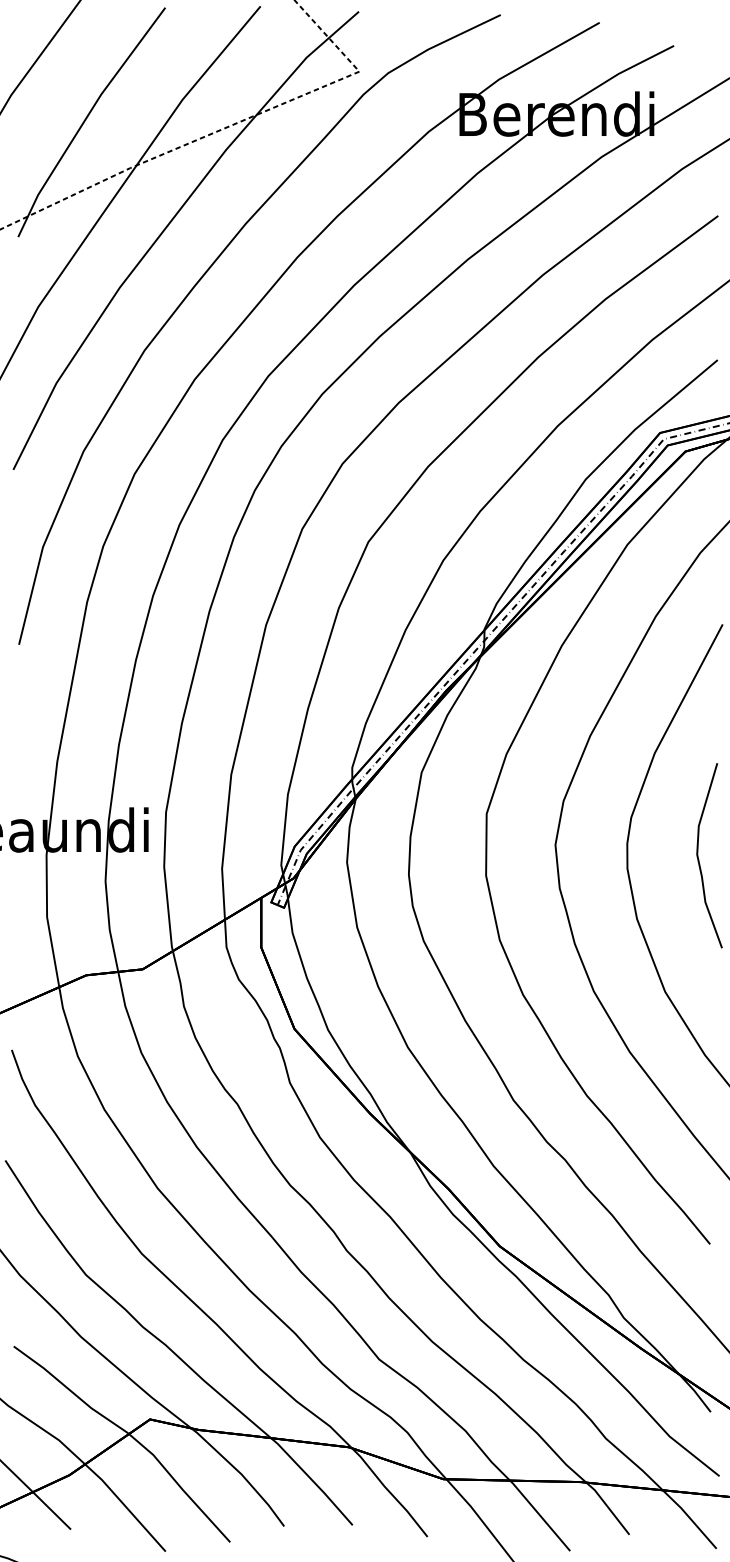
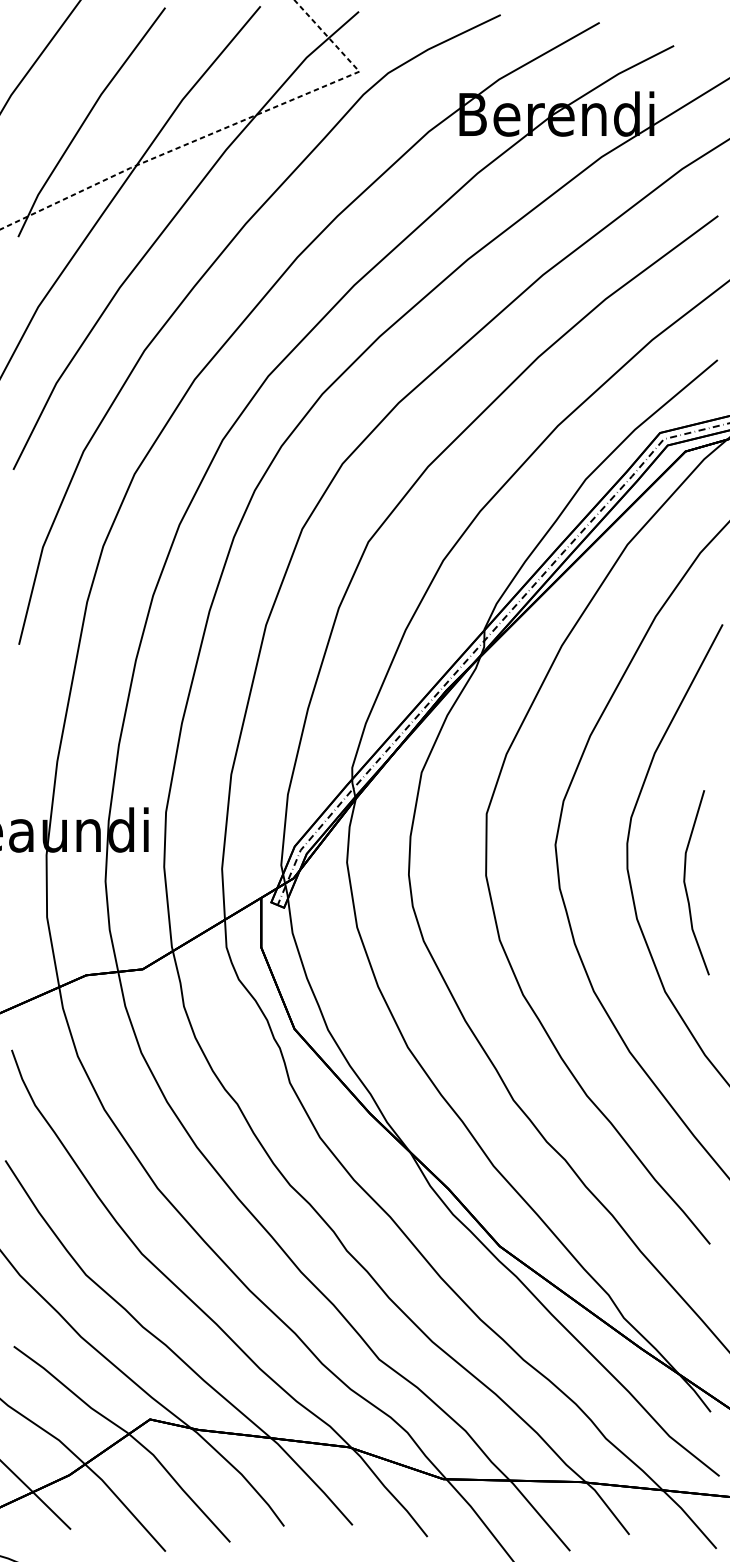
curve at (699, 859) position: (699, 859) -> (686, 886)
